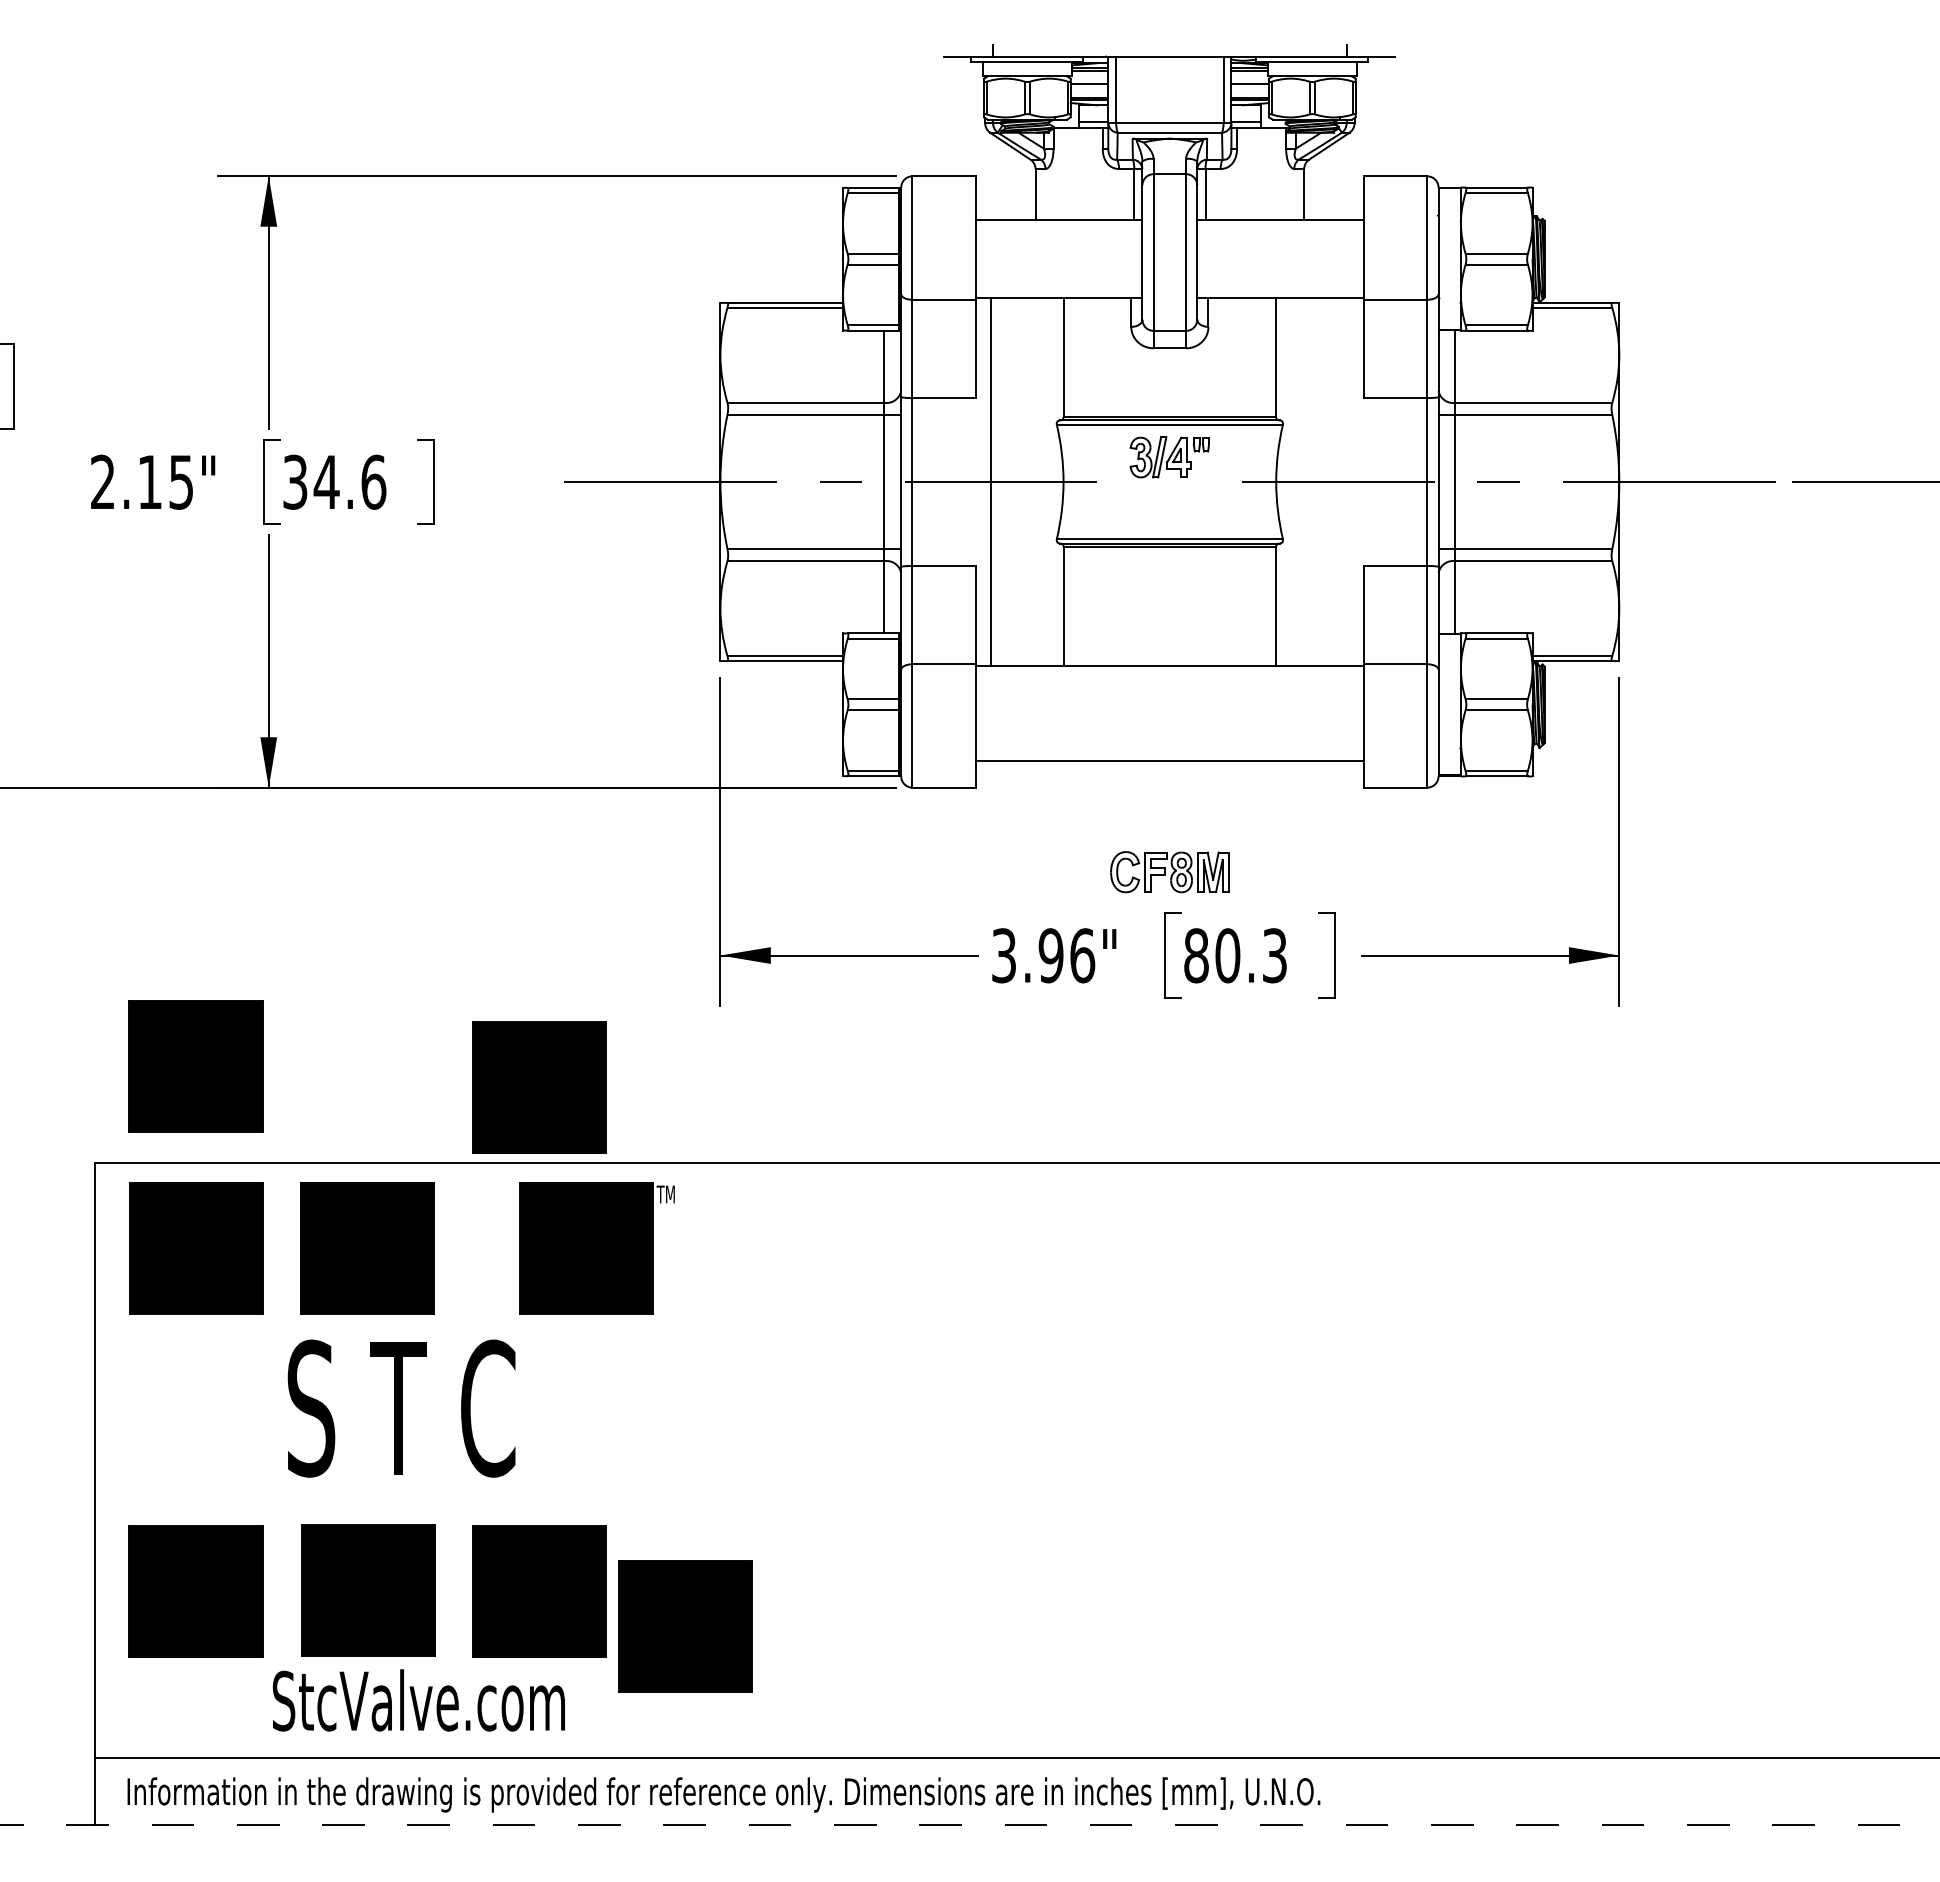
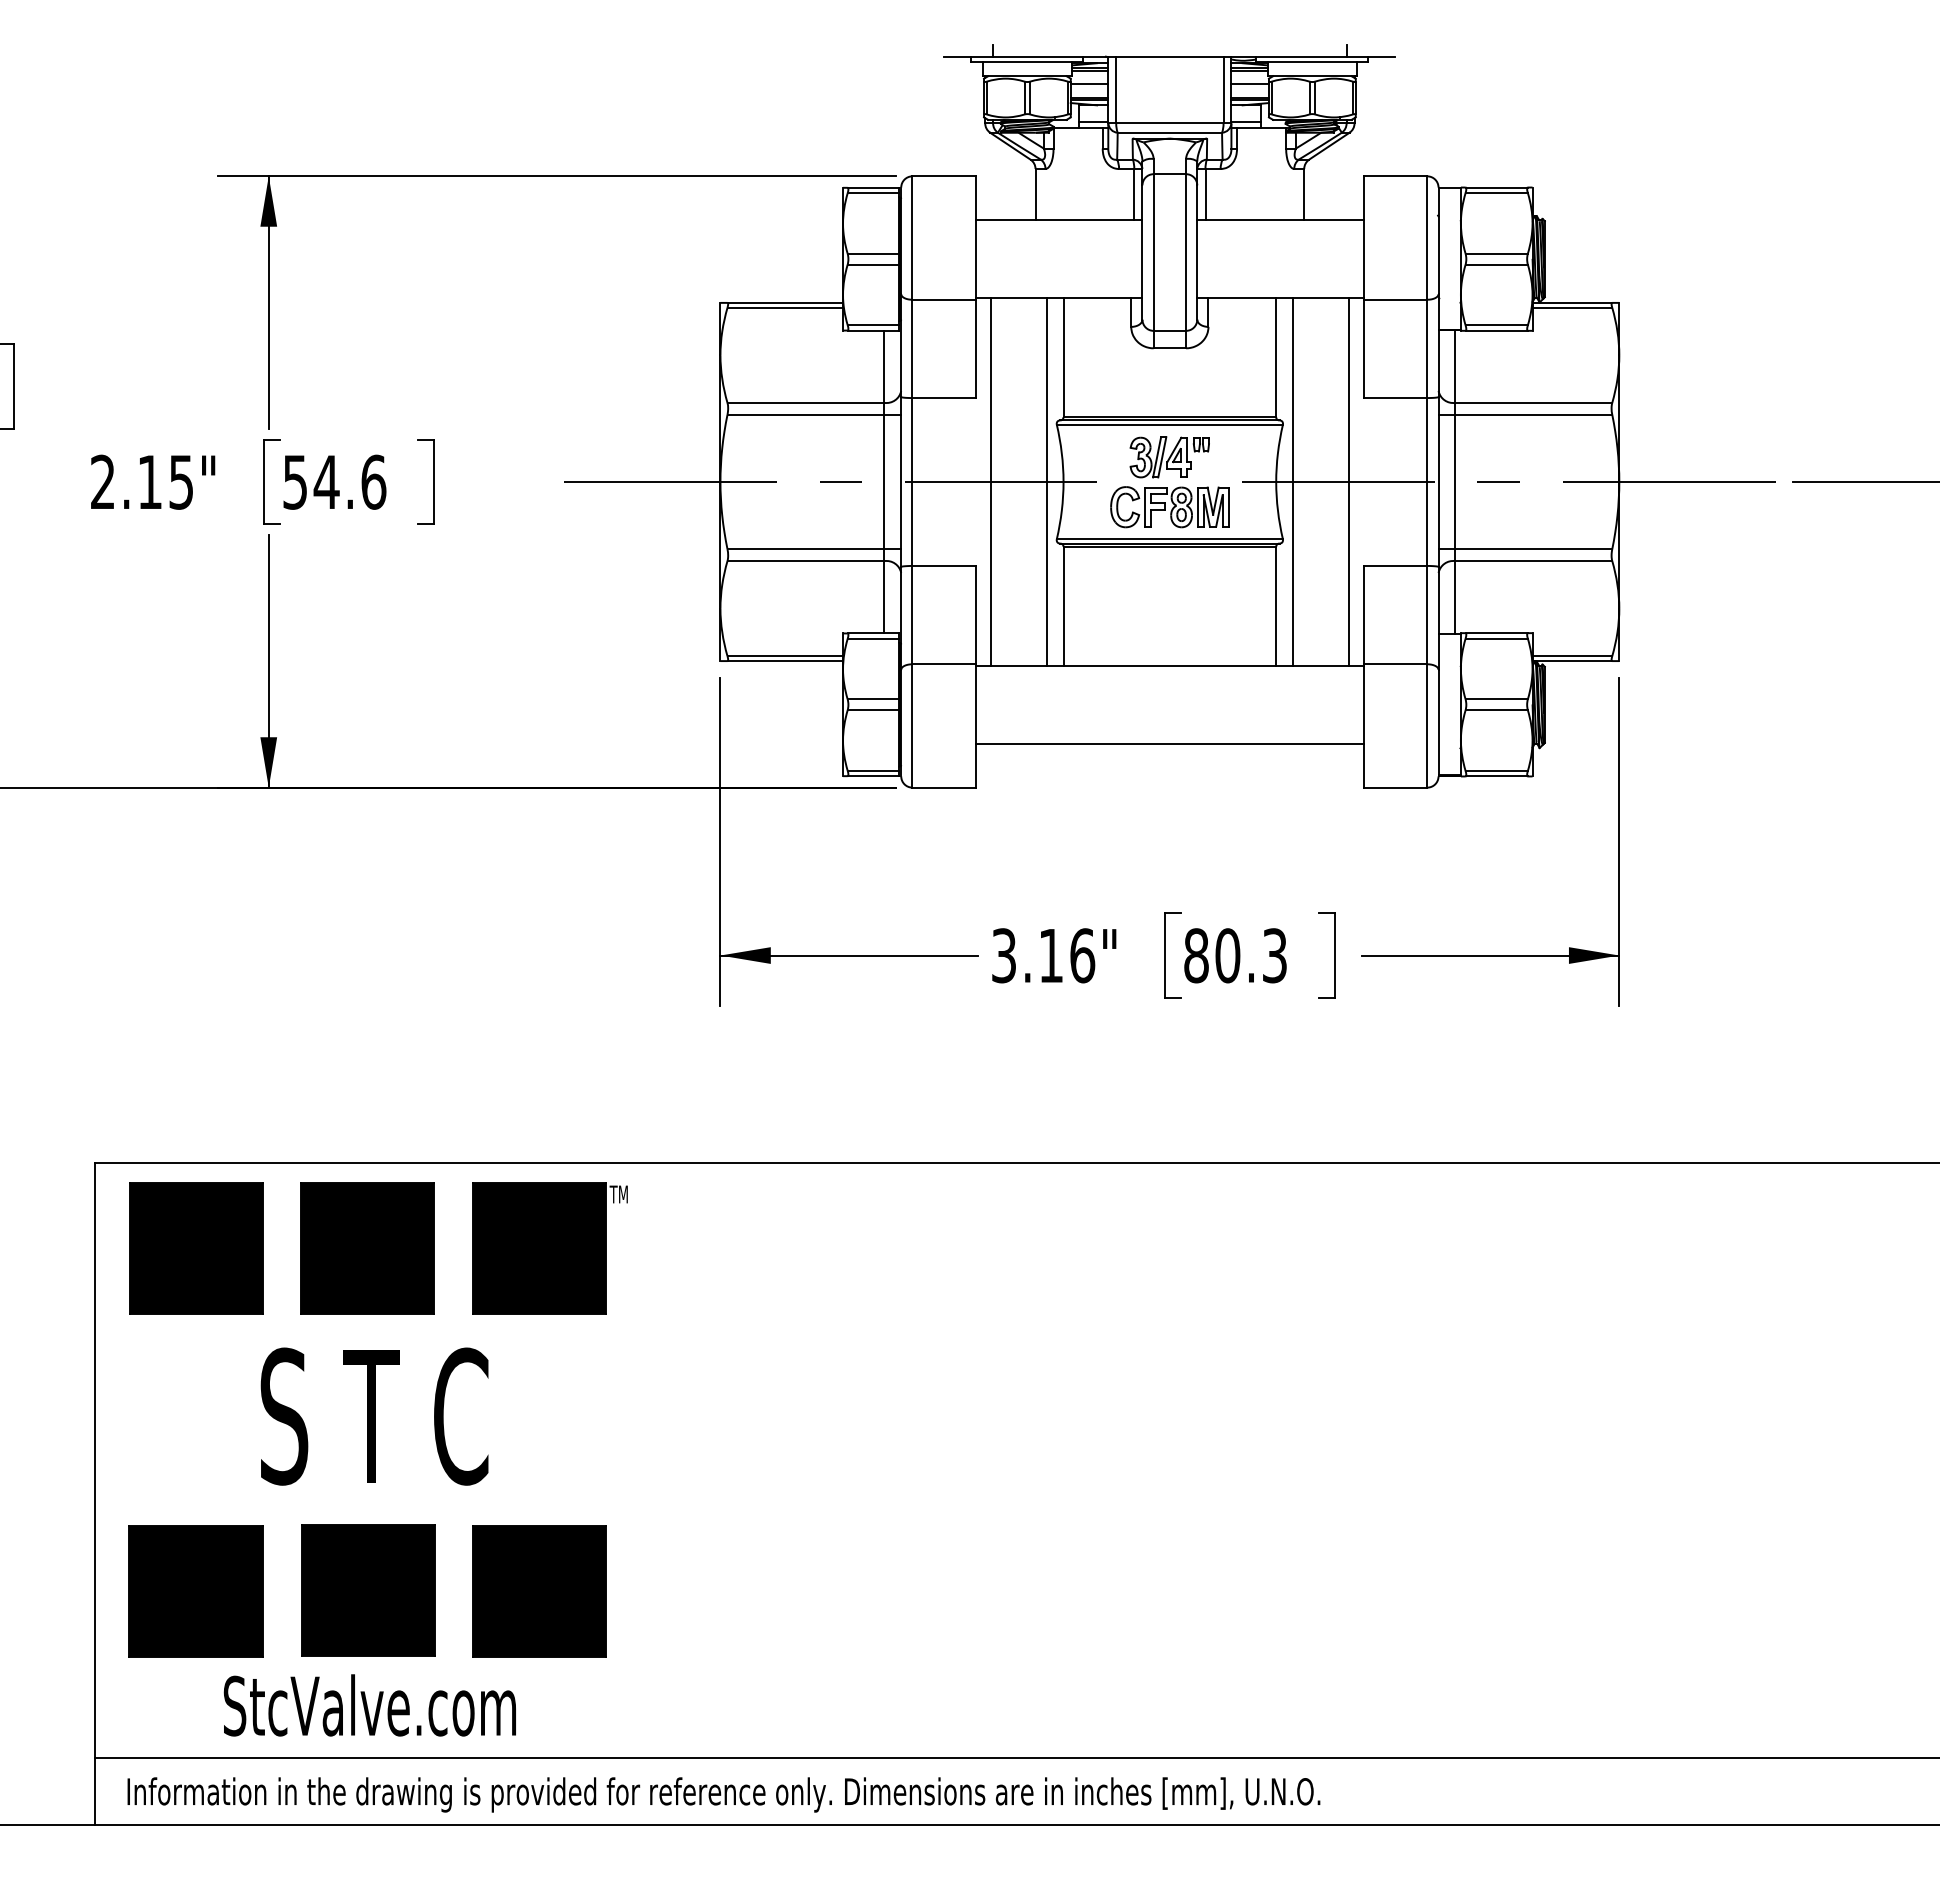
text at (295, 481): 34.6 -> 54.6
line at (1046, 481): none -> present
line at (1293, 481): none -> present
line at (1348, 481): none -> present
line at (1169, 761) position: (1169, 761) -> (1169, 744)
part at (1169, 872) position: (1169, 872) -> (1169, 507)
text at (1050, 955): 3.96" -> 3.16"
part at (195, 1066): present -> none
part at (539, 1087): present -> none
part at (596, 1248) position: (596, 1248) -> (549, 1248)
text at (401, 1408) position: (401, 1408) -> (374, 1416)
part at (685, 1626): present -> none
text at (418, 1700) position: (418, 1700) -> (369, 1705)
line at (970, 1825): dashed -> solid
